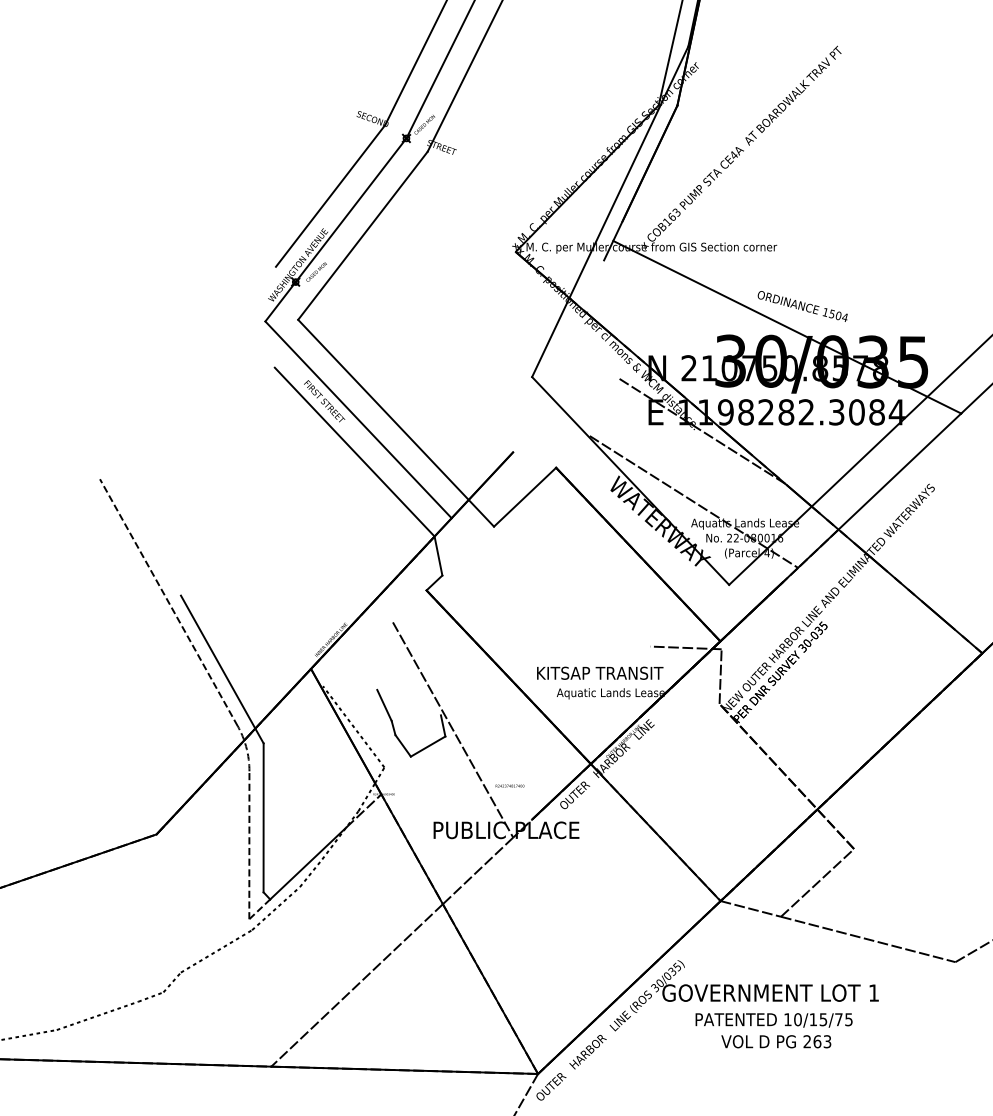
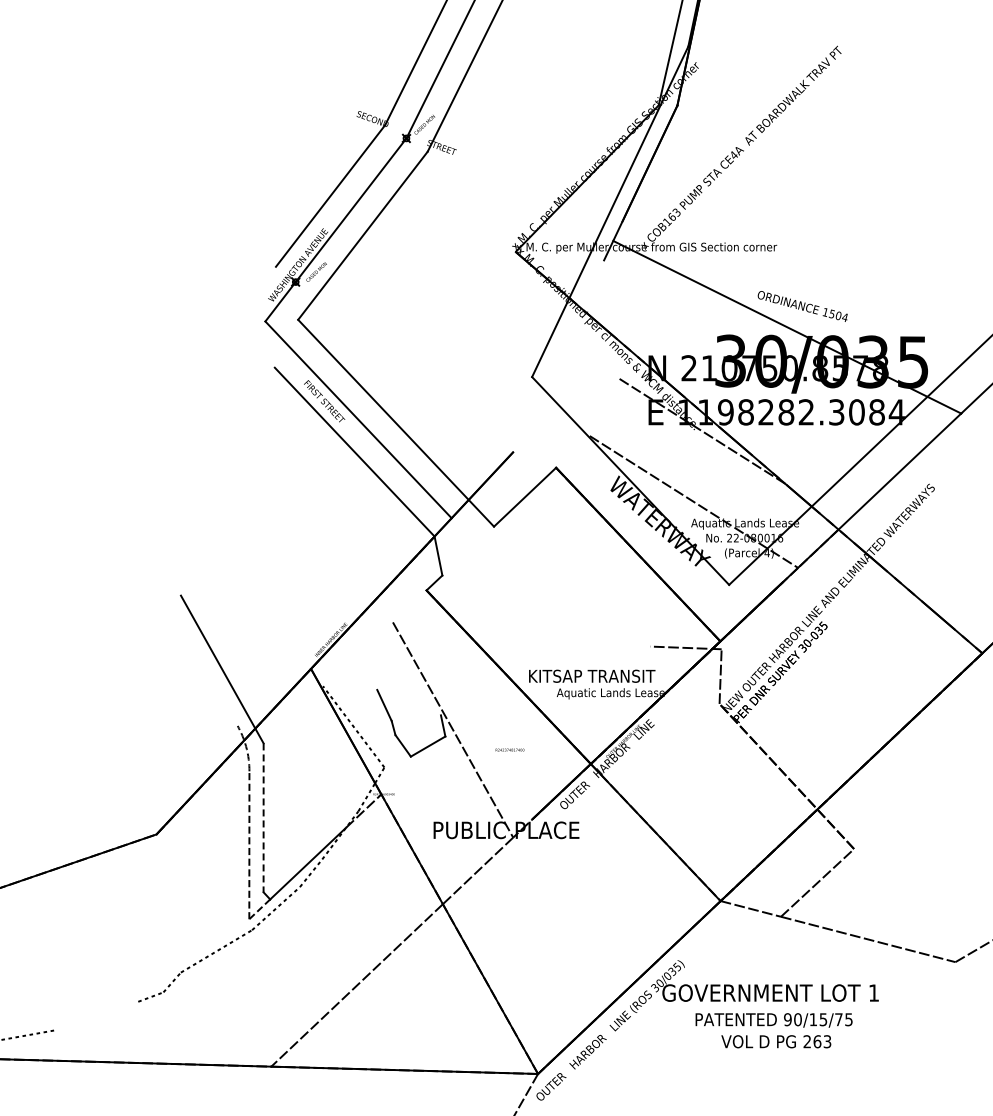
line at (168, 602): present -> none
text at (600, 672) position: (600, 672) -> (592, 675)
text at (509, 785) position: (509, 785) -> (509, 749)
line at (263, 818): solid -> dashed
line at (97, 1015): present -> none
text at (787, 1019): 10/15/75 -> 90/15/75
